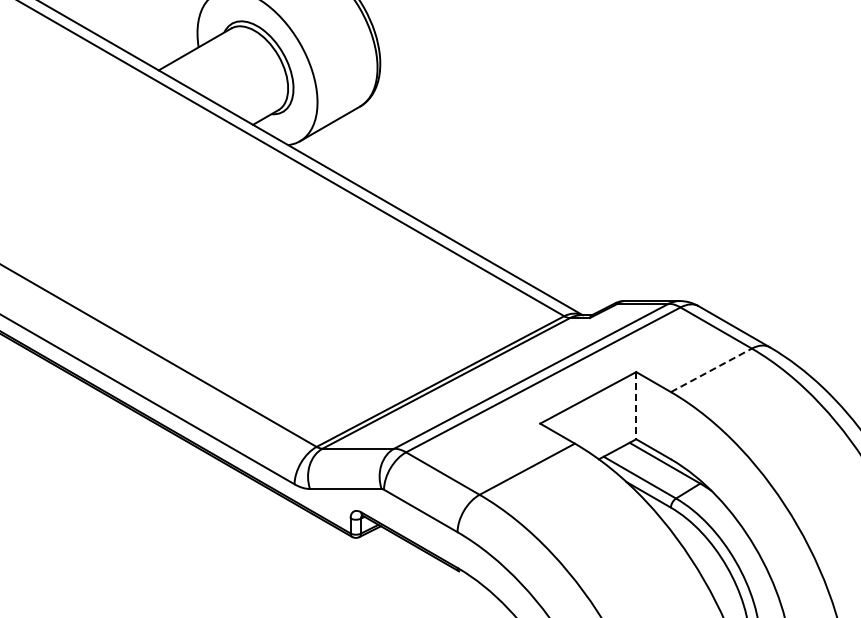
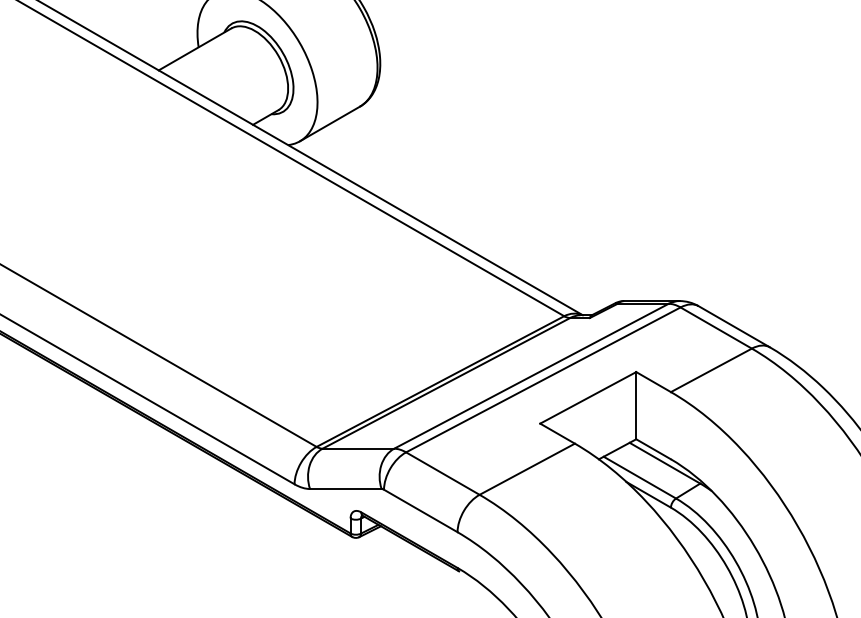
line at (711, 370): dashed -> solid
line at (636, 405): dashed -> solid
